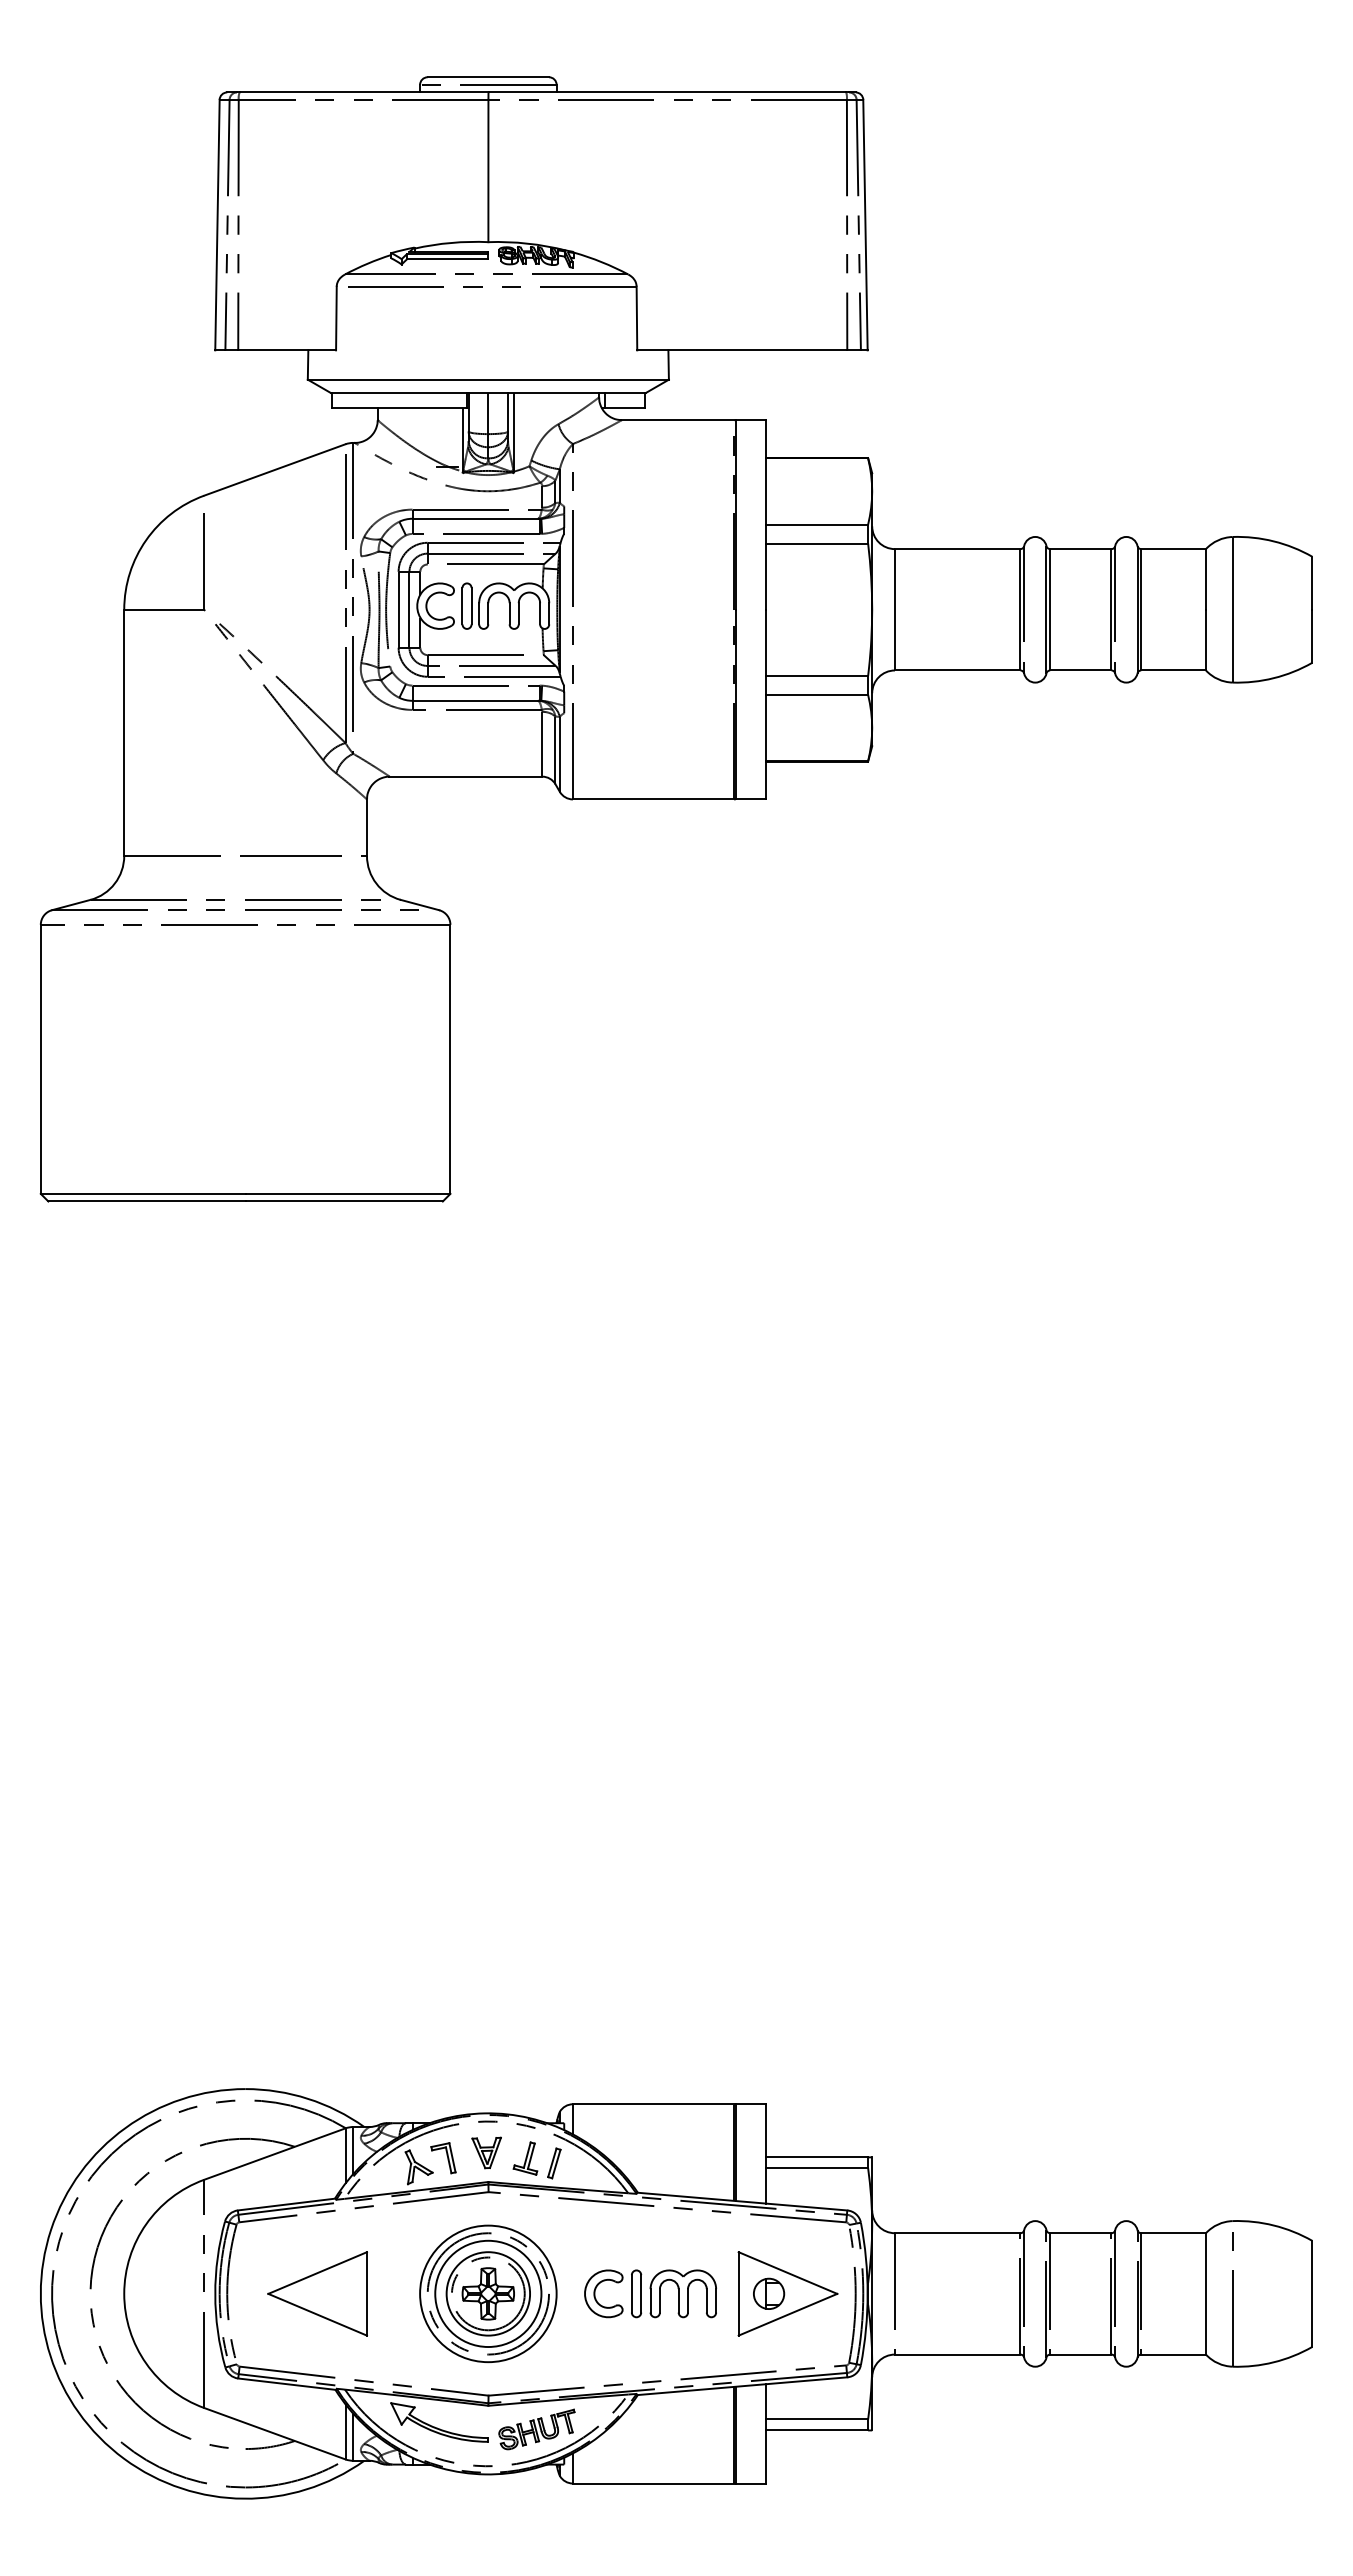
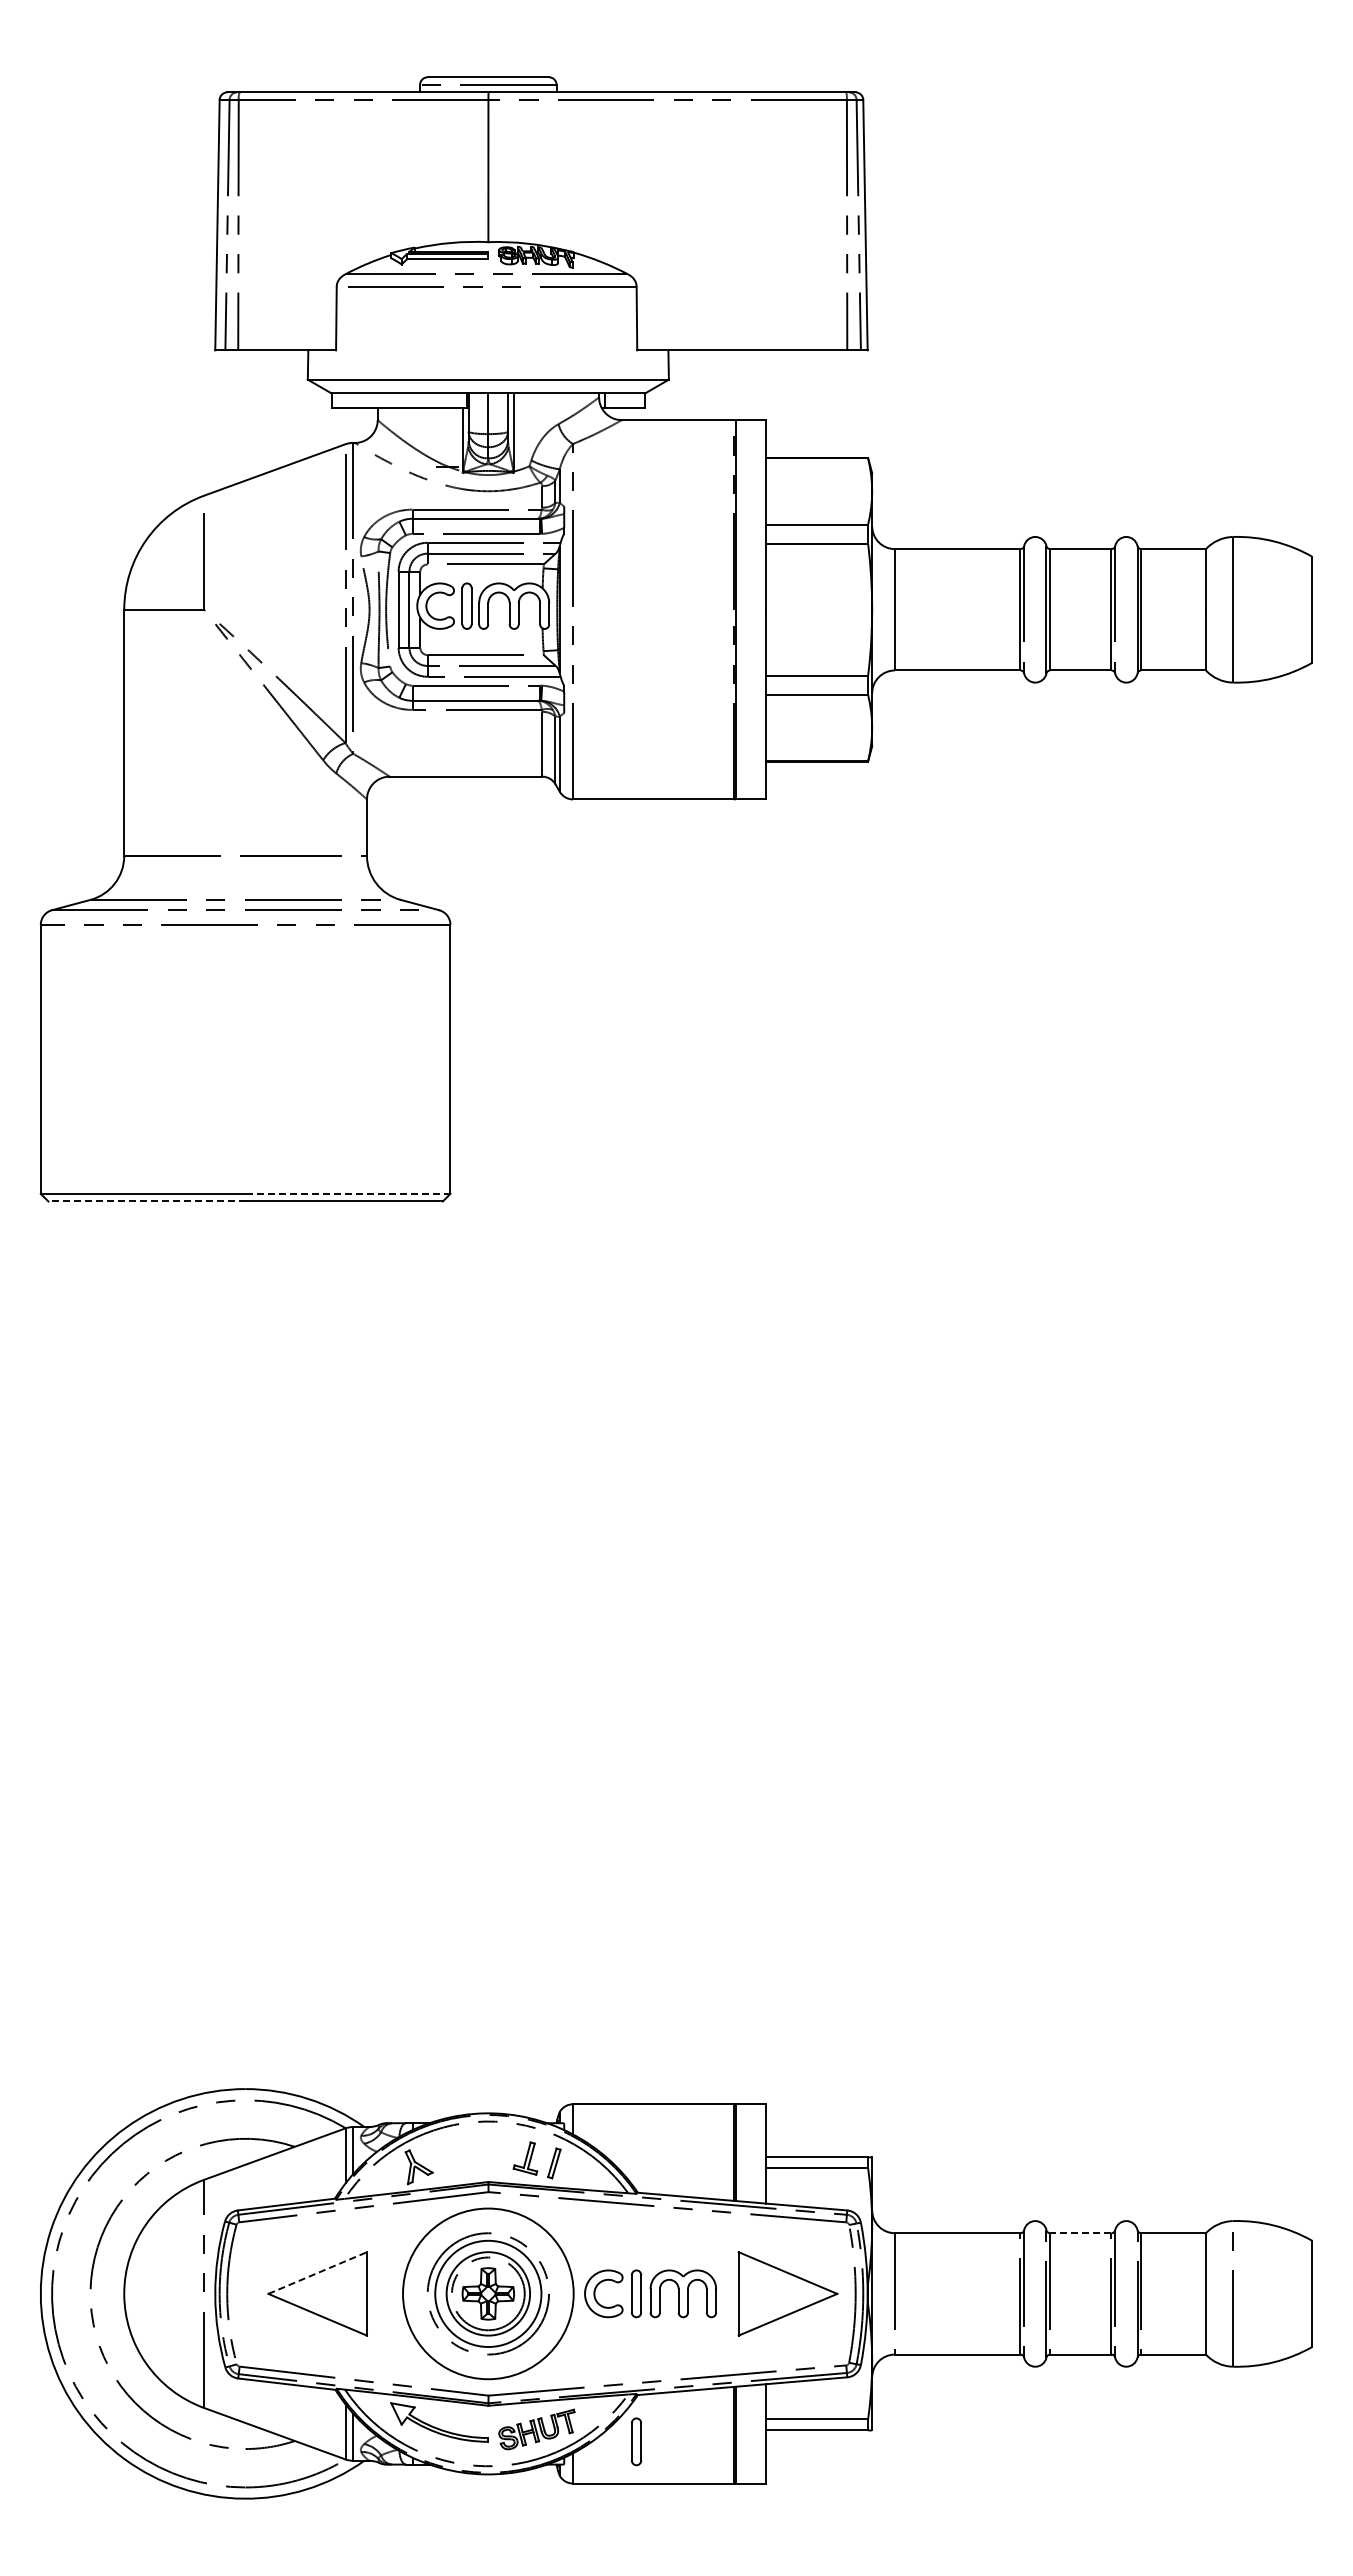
line at (348, 1193): solid -> dashed
line at (147, 1201): solid -> dashed
part at (486, 2152): present -> none
part at (443, 2158): present -> none
line at (1080, 2233): solid -> dashed
line at (317, 2273): solid -> dashed
circle at (488, 2293) diameter: 137 px -> 171 px
part at (769, 2293): present -> none
part at (636, 2441): none -> present
